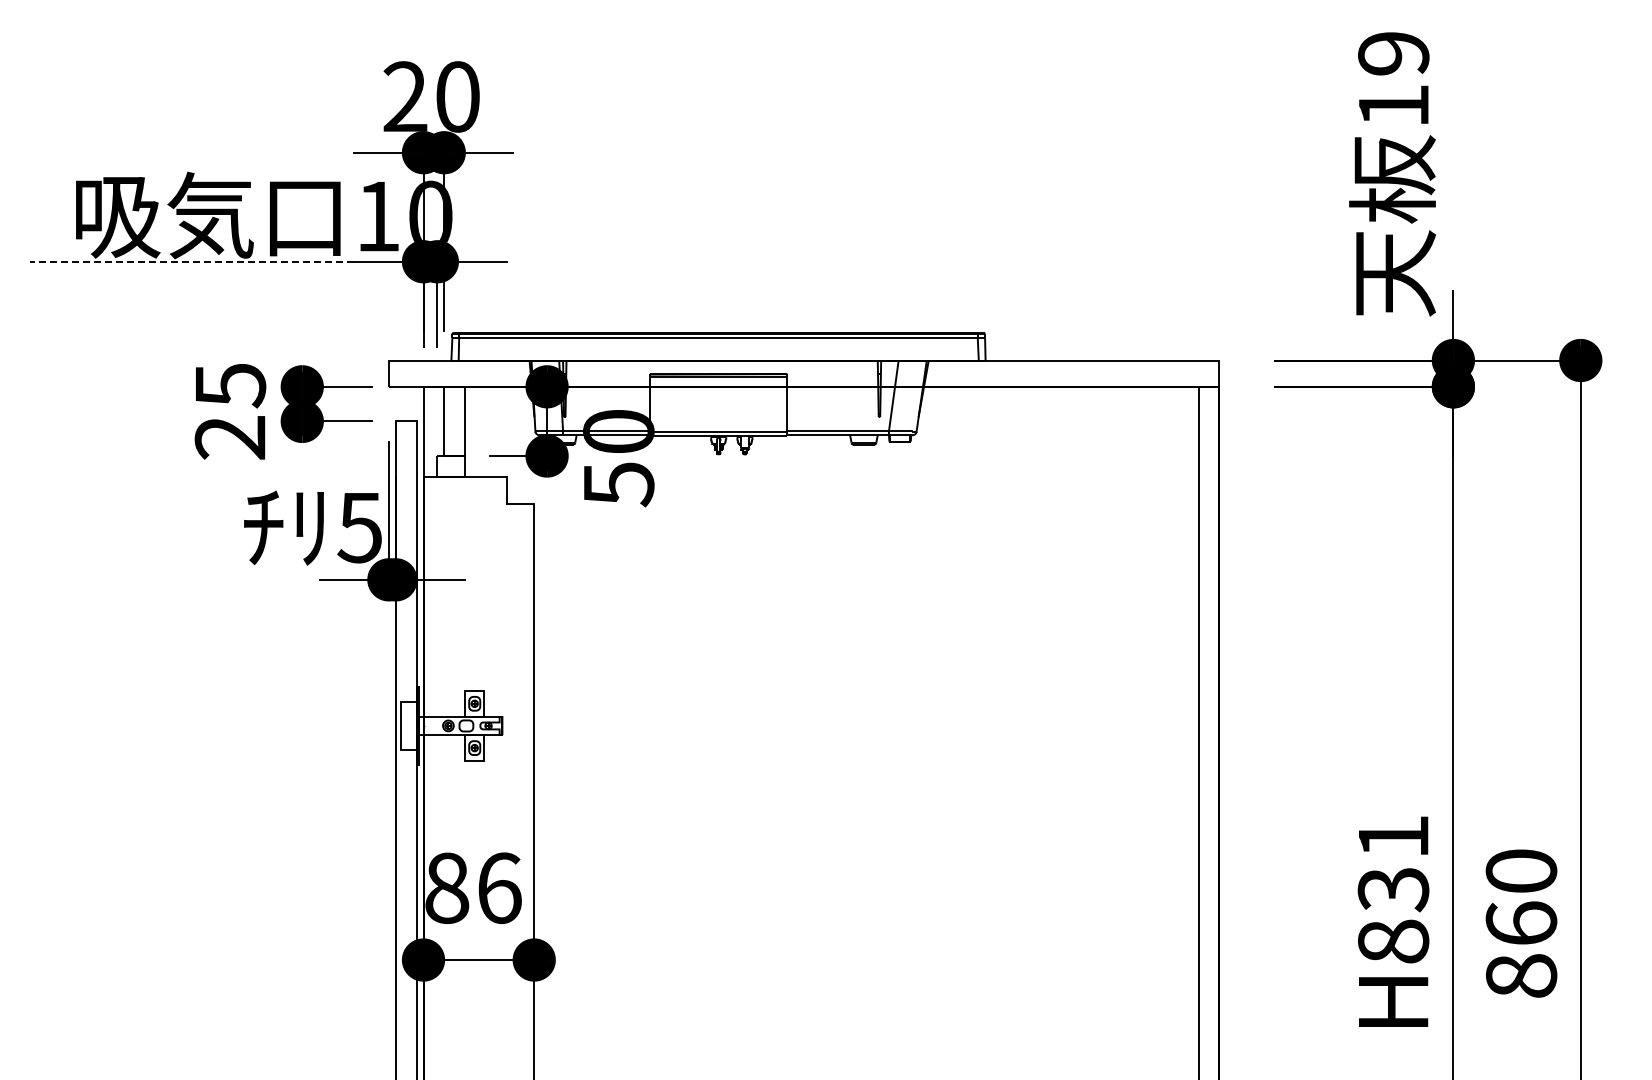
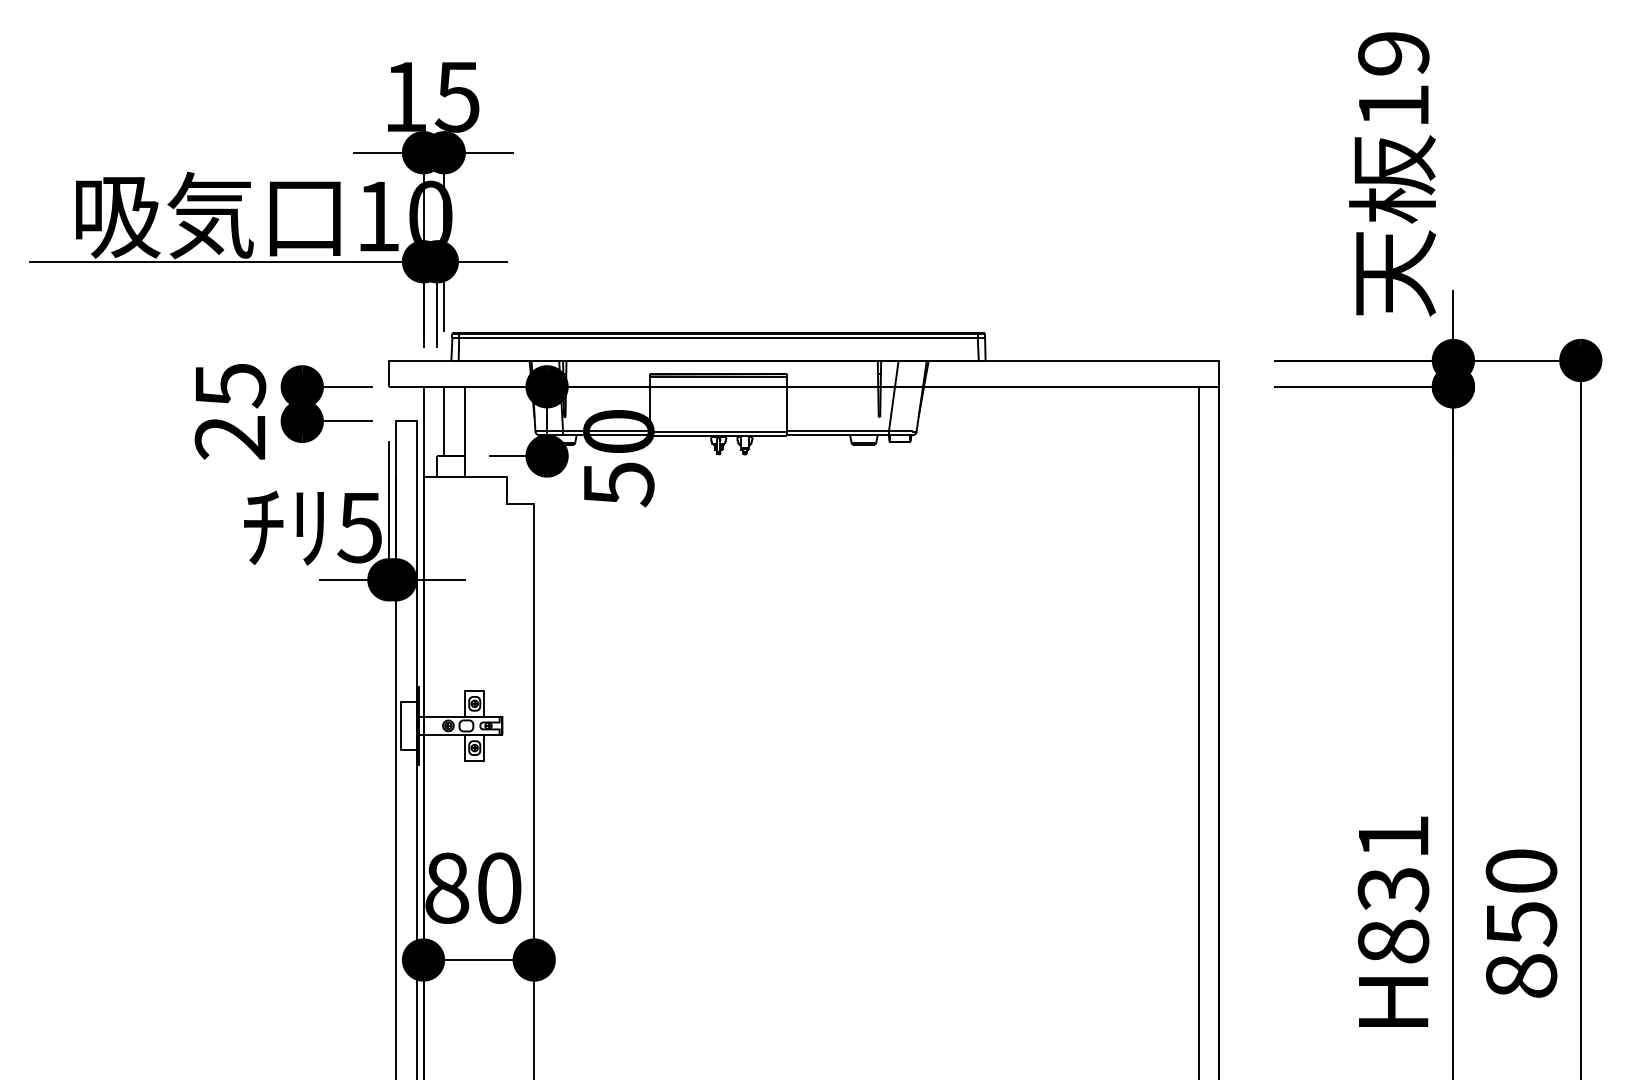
text at (431, 96): 20 -> 15
line at (191, 261): dashed -> solid
text at (499, 887): 86 -> 80
text at (1521, 923): 860 -> 850
